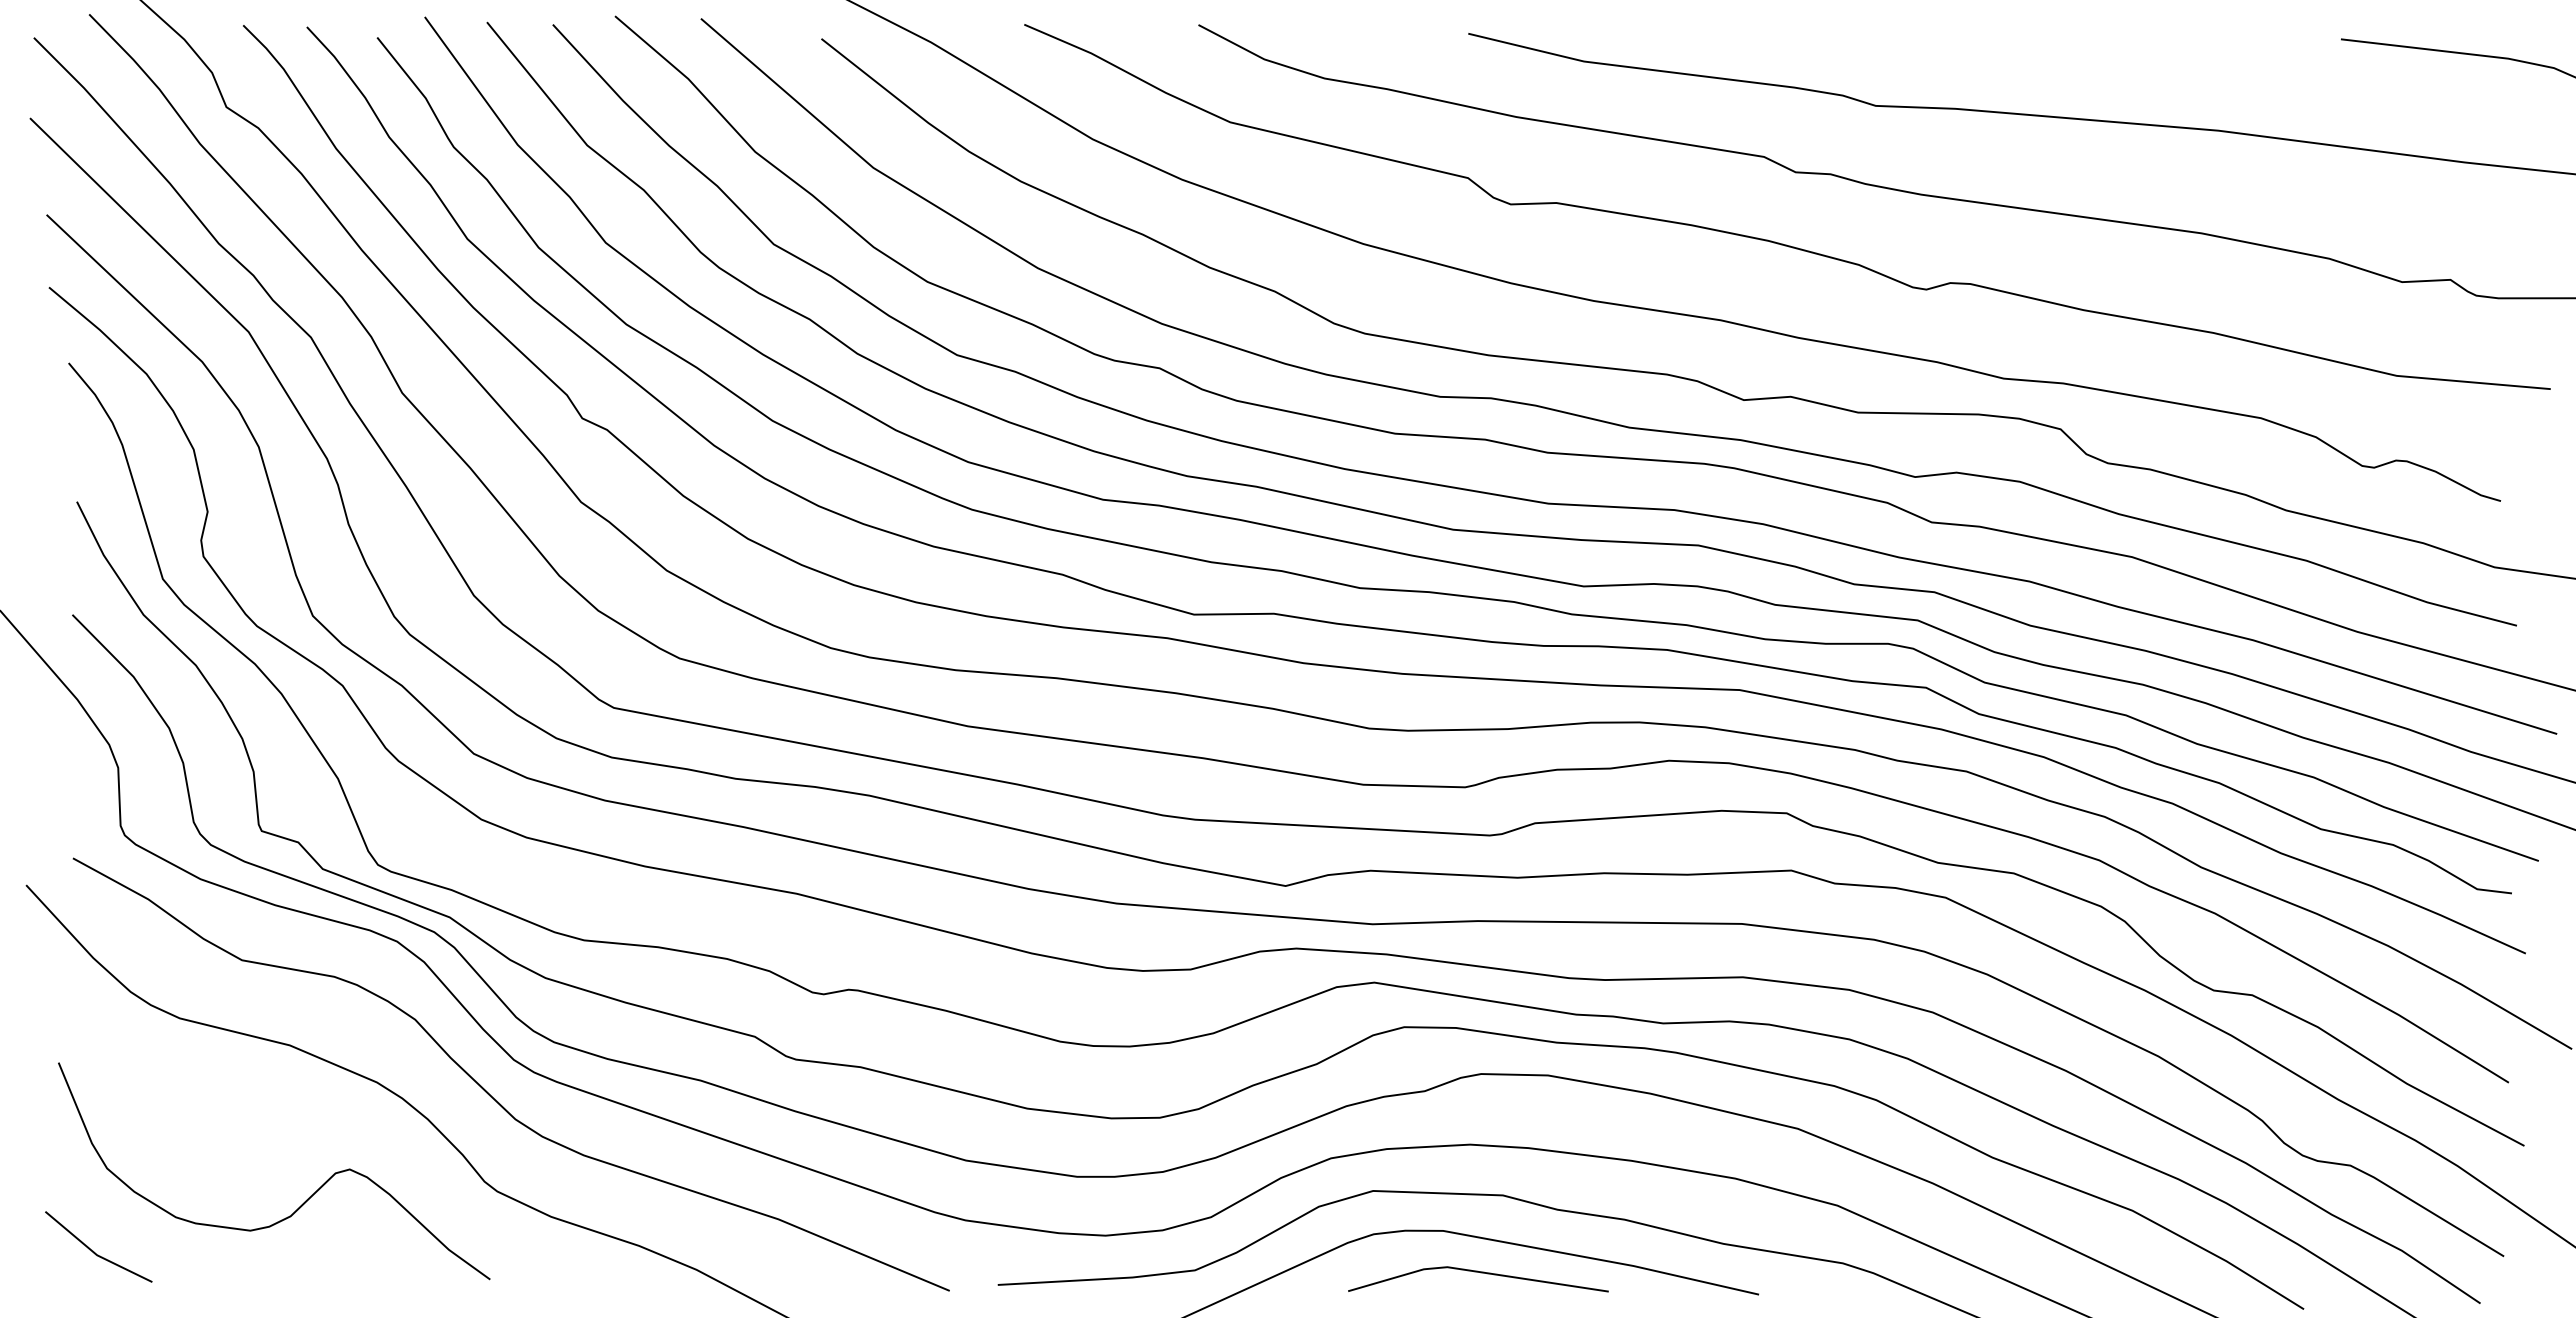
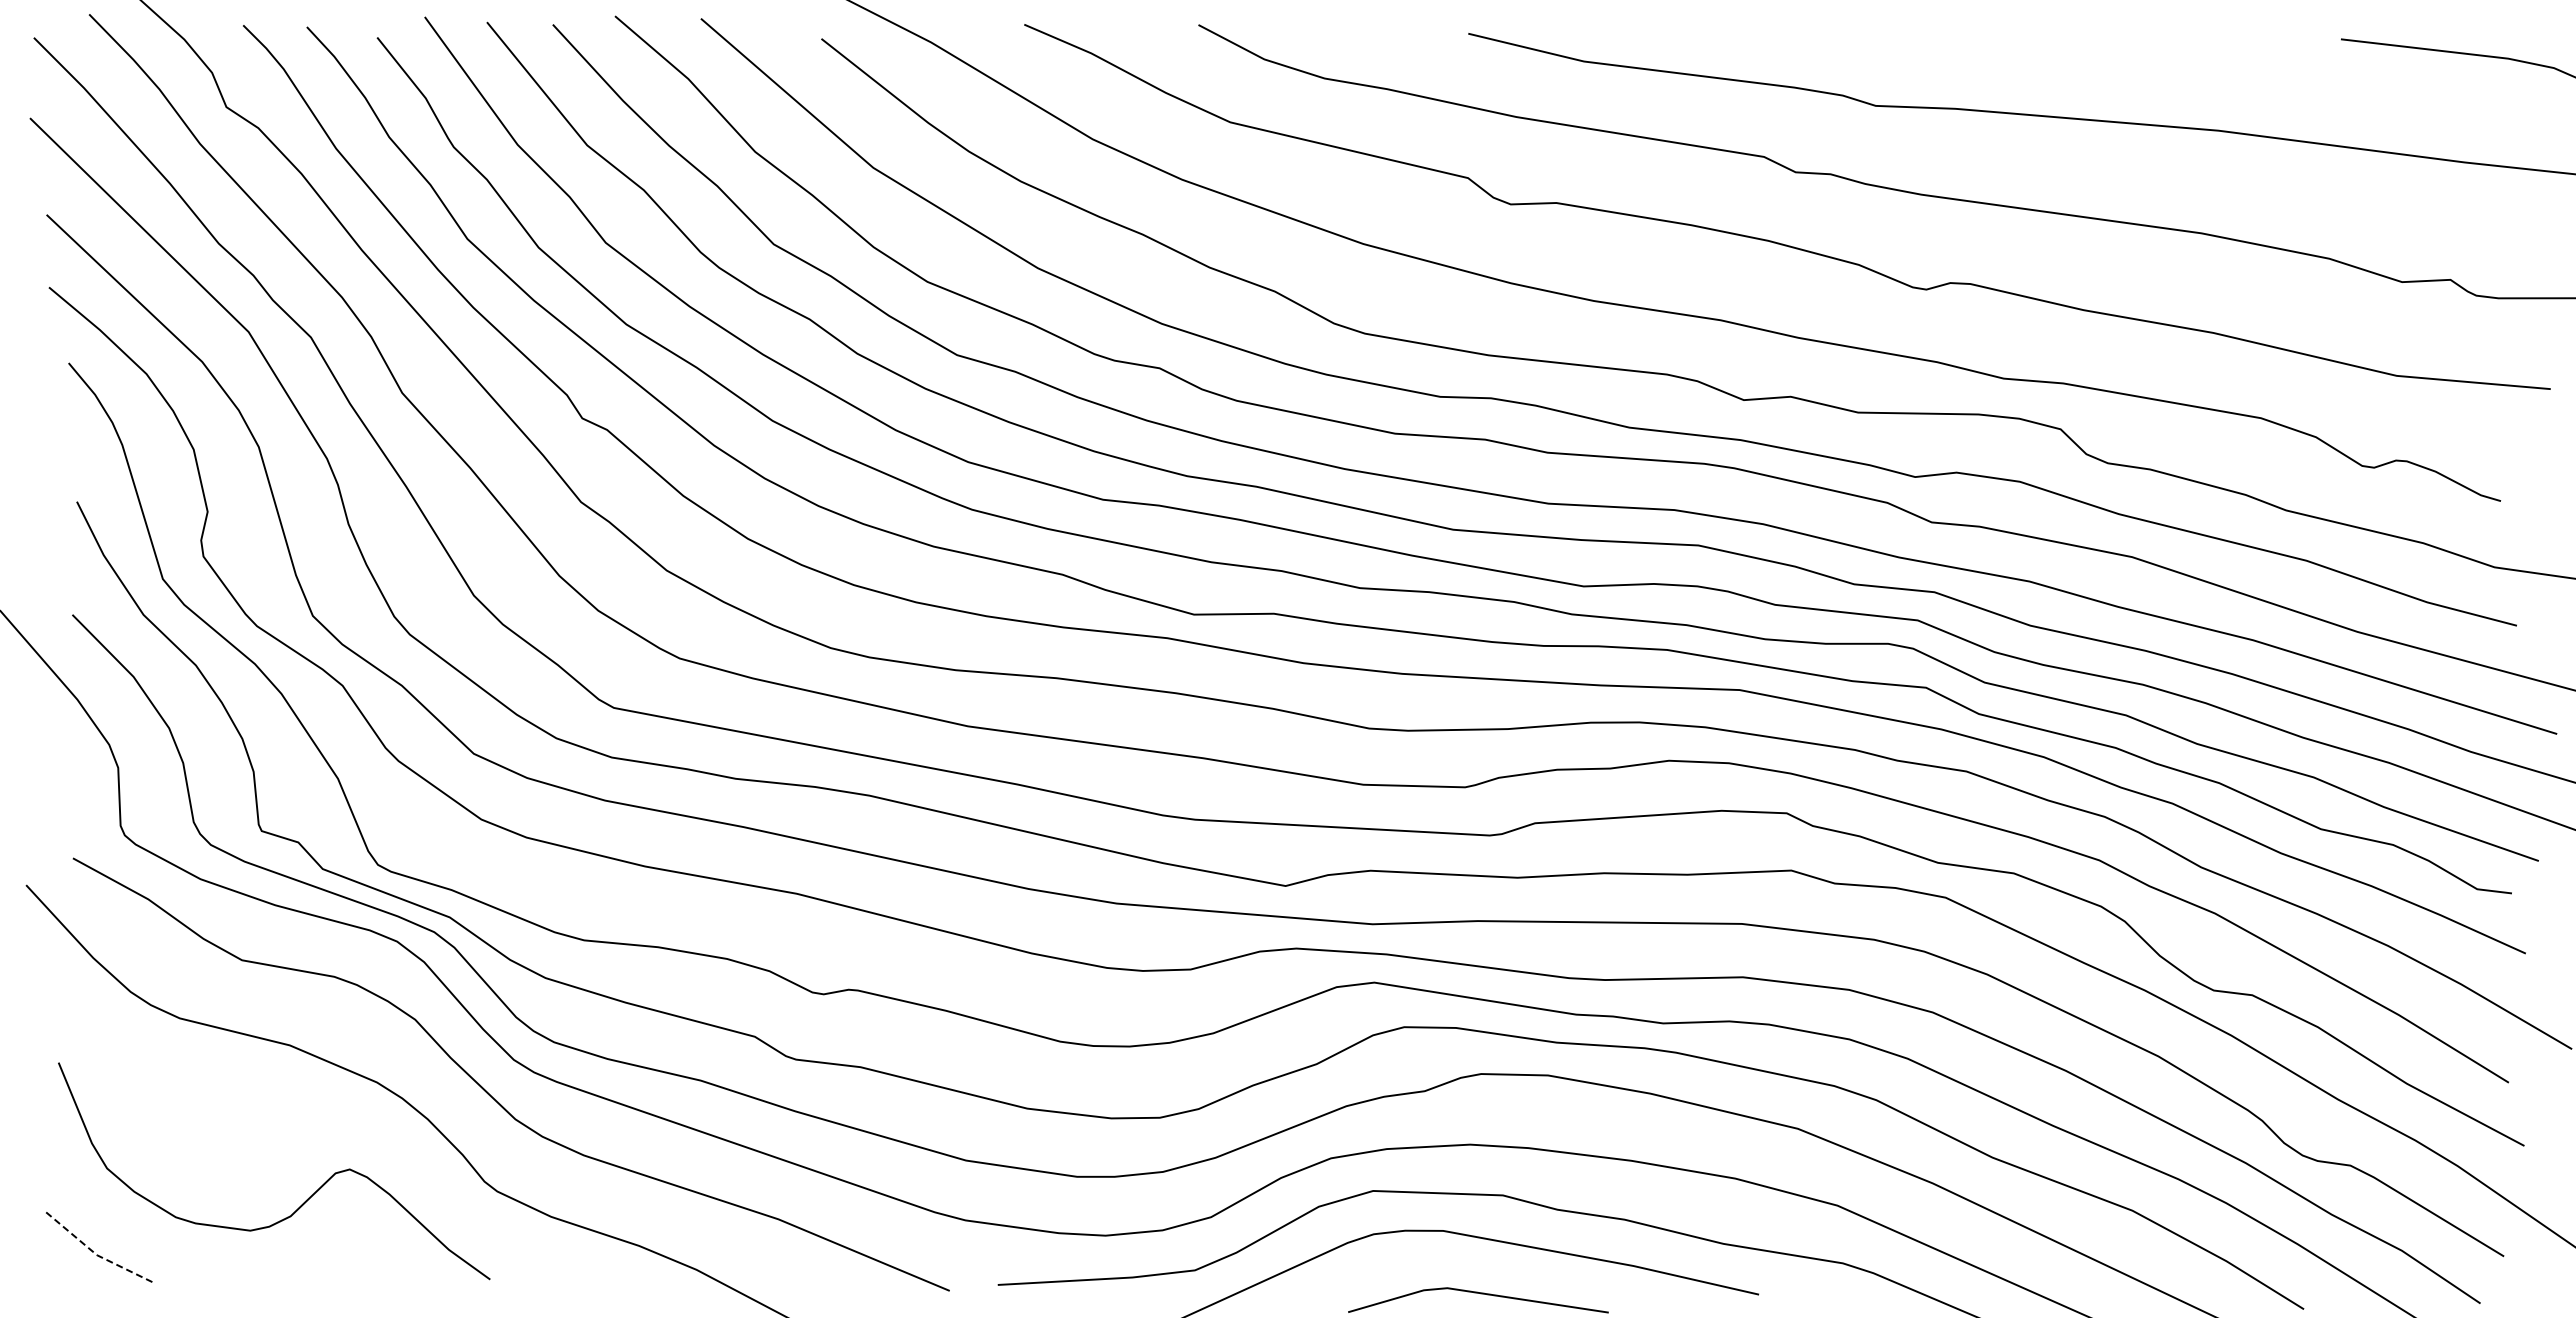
line at (94, 1253): solid -> dashed
line at (1480, 1273) position: (1480, 1273) -> (1480, 1294)
